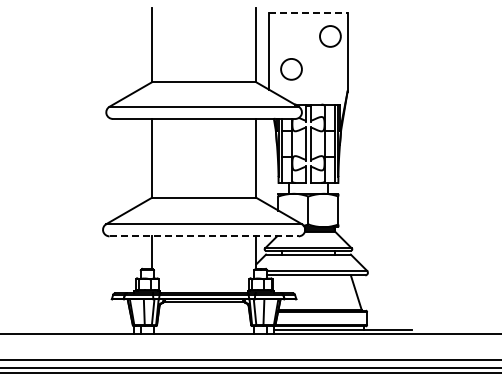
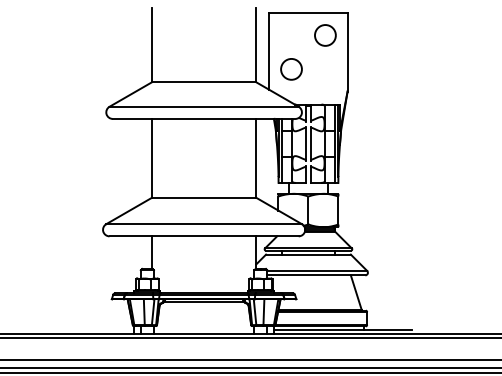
line at (308, 13): dashed -> solid
circle at (330, 36) position: (330, 36) -> (325, 35)
line at (204, 236): dashed -> solid
line at (250, 338): none -> present
